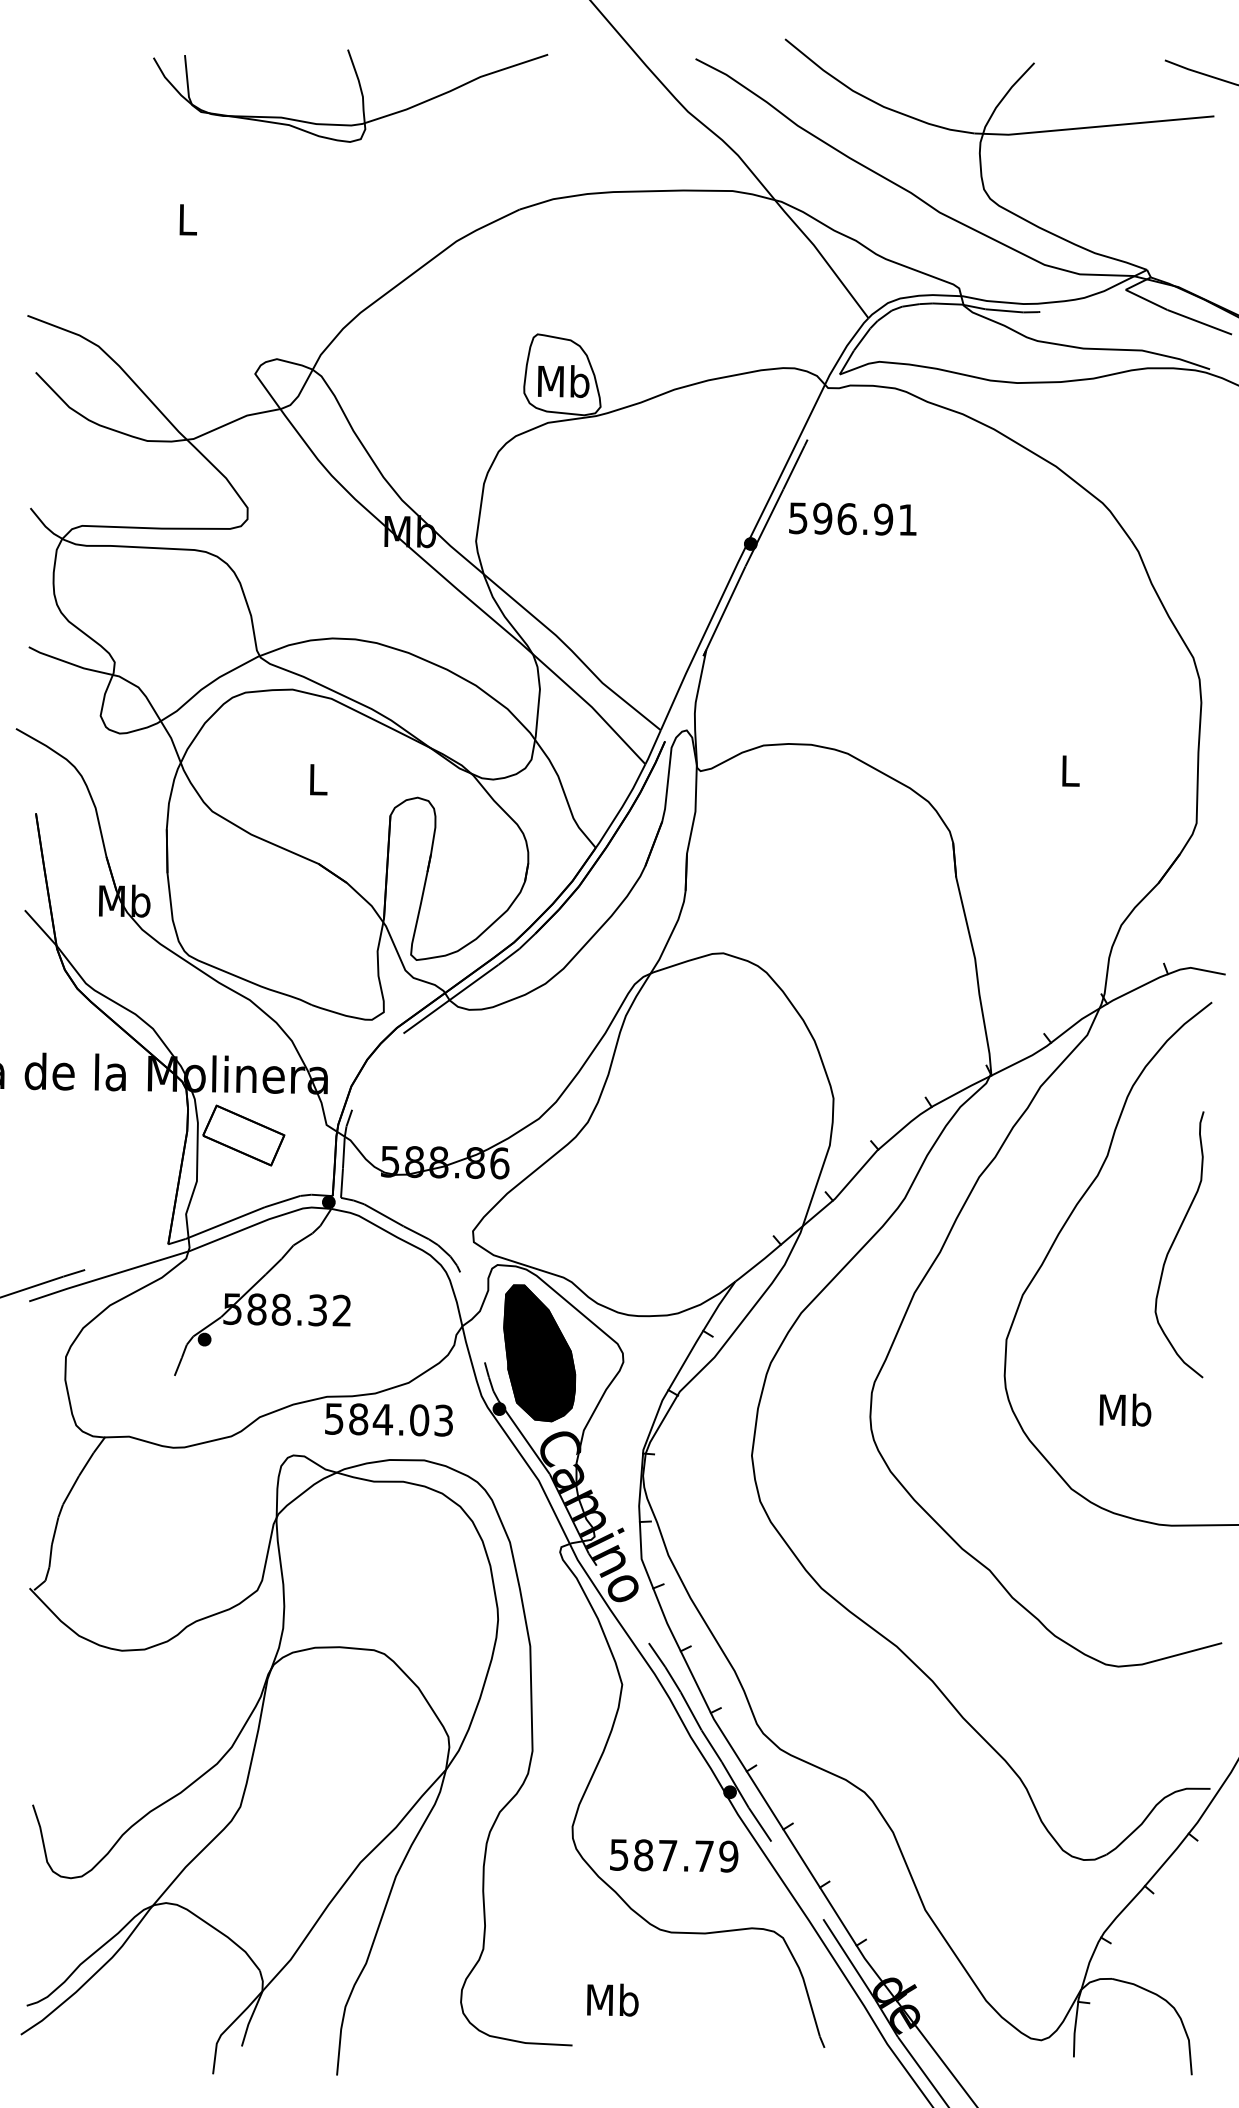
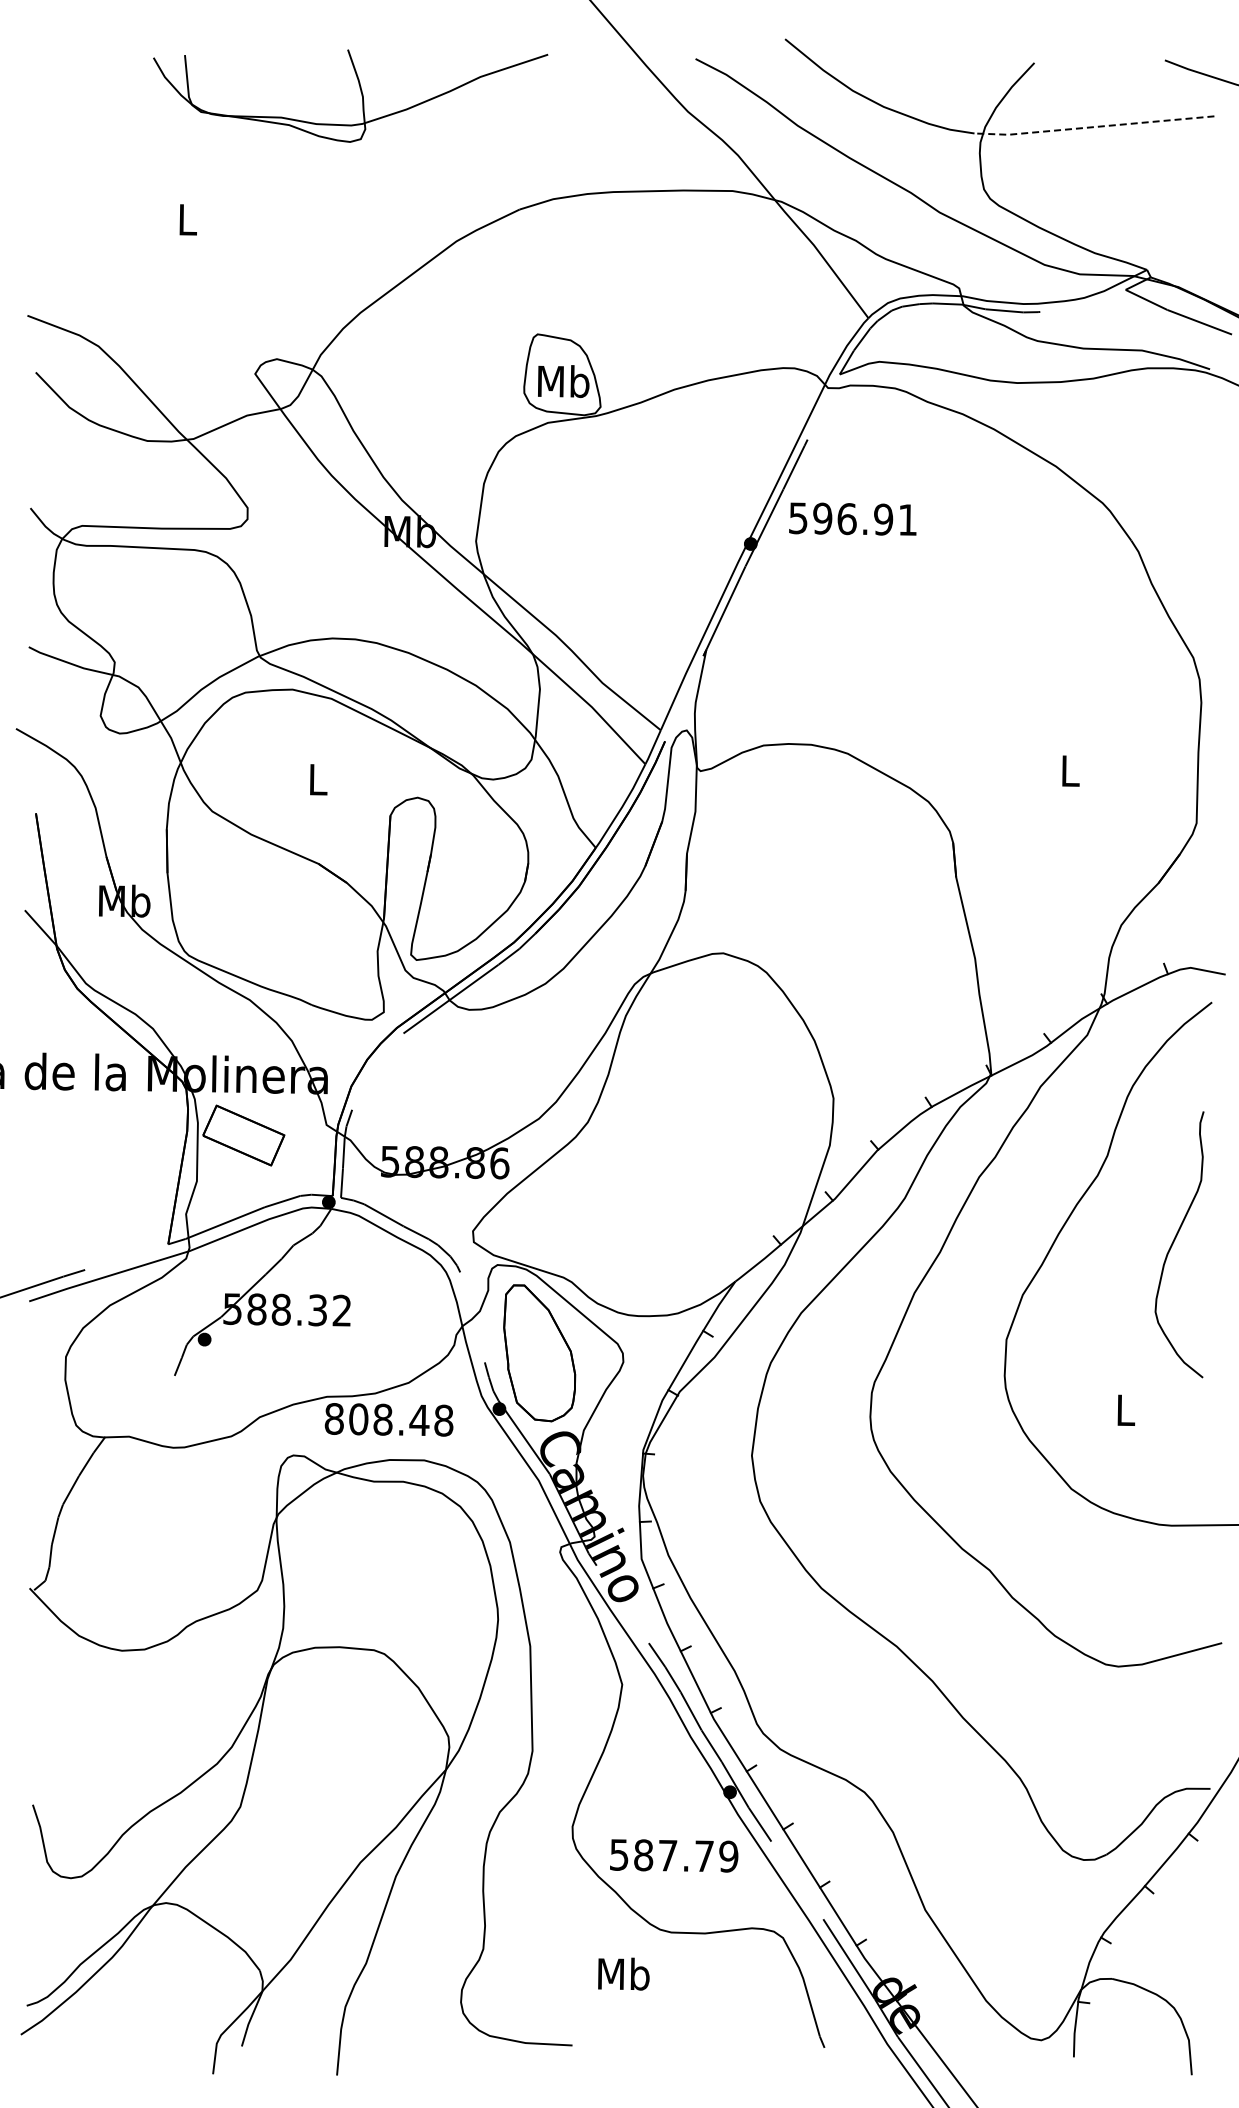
line at (1093, 127): solid -> dashed
fill at (539, 1353): present -> none
text at (1125, 1409): Mb -> L
text at (388, 1419): 584.03 -> 808.48
text at (612, 1999) position: (612, 1999) -> (623, 1973)
